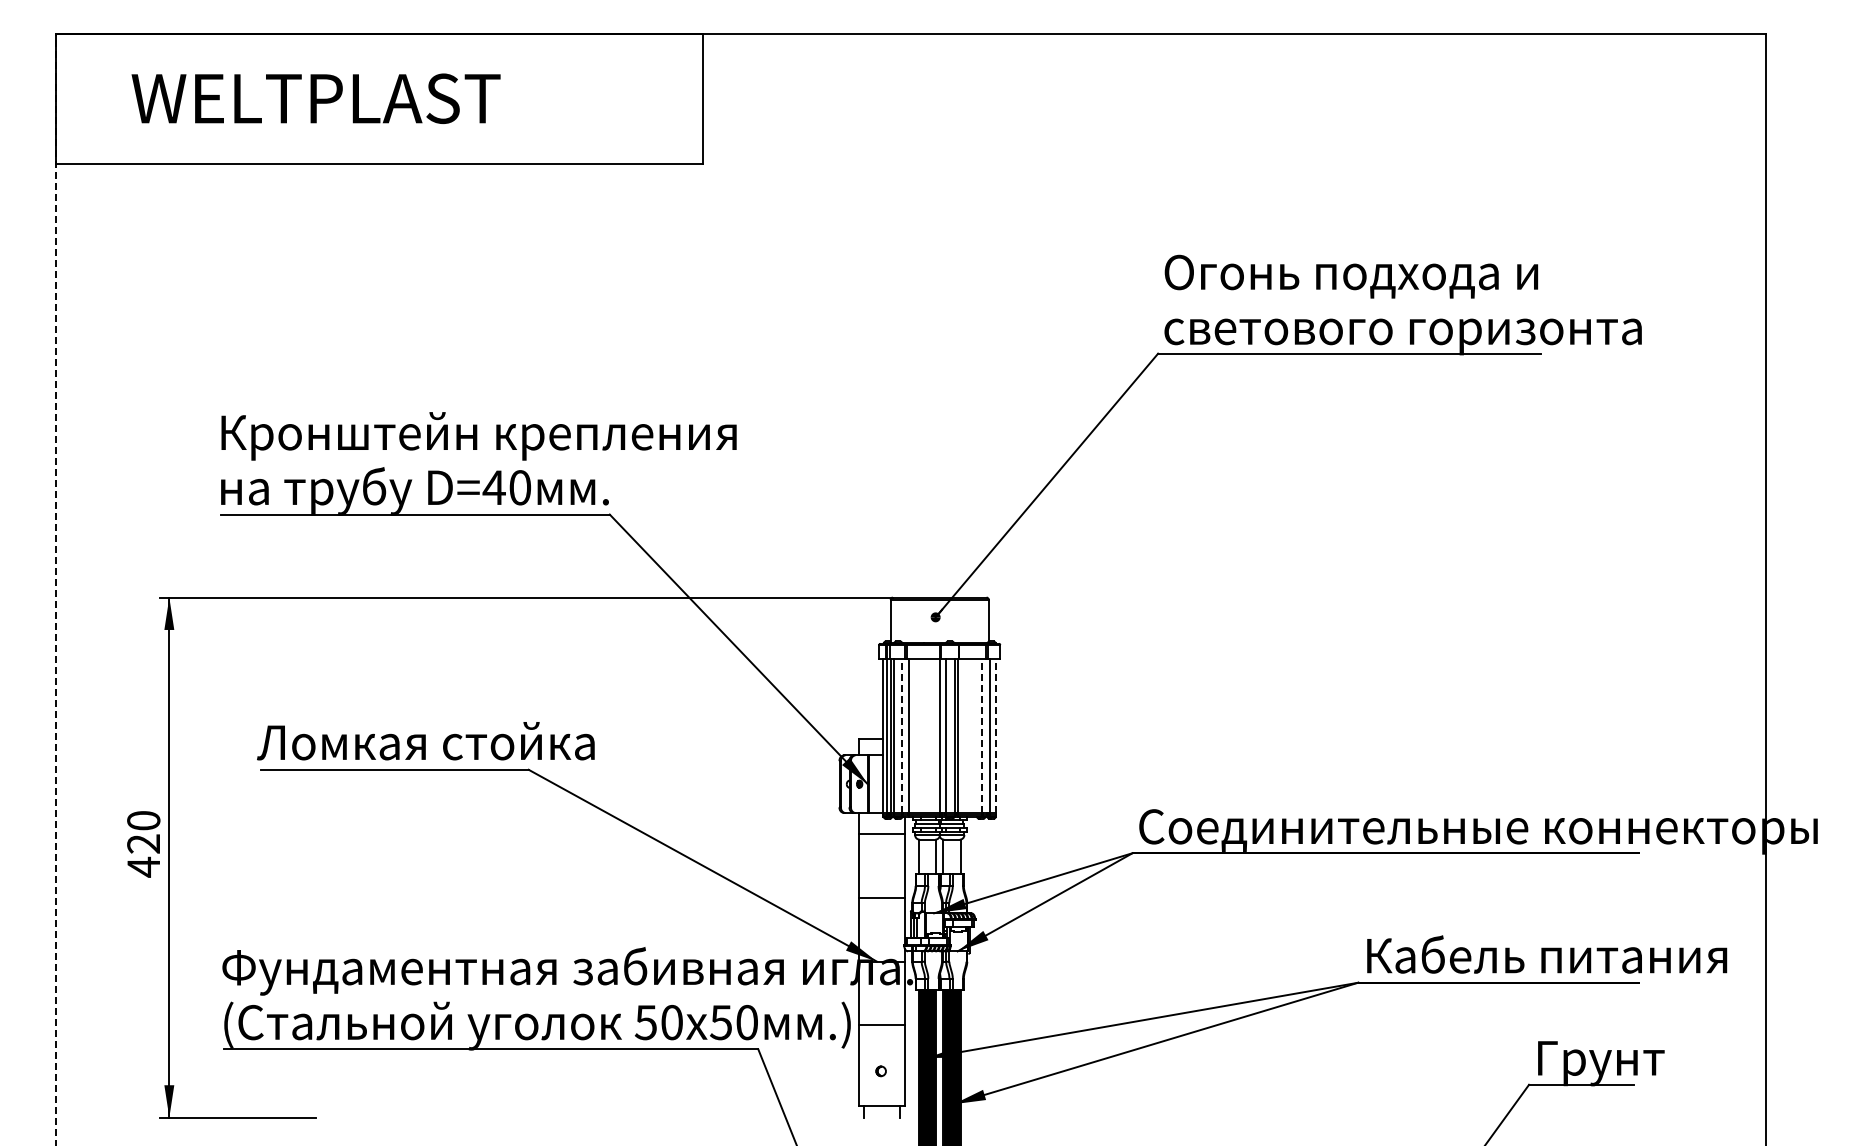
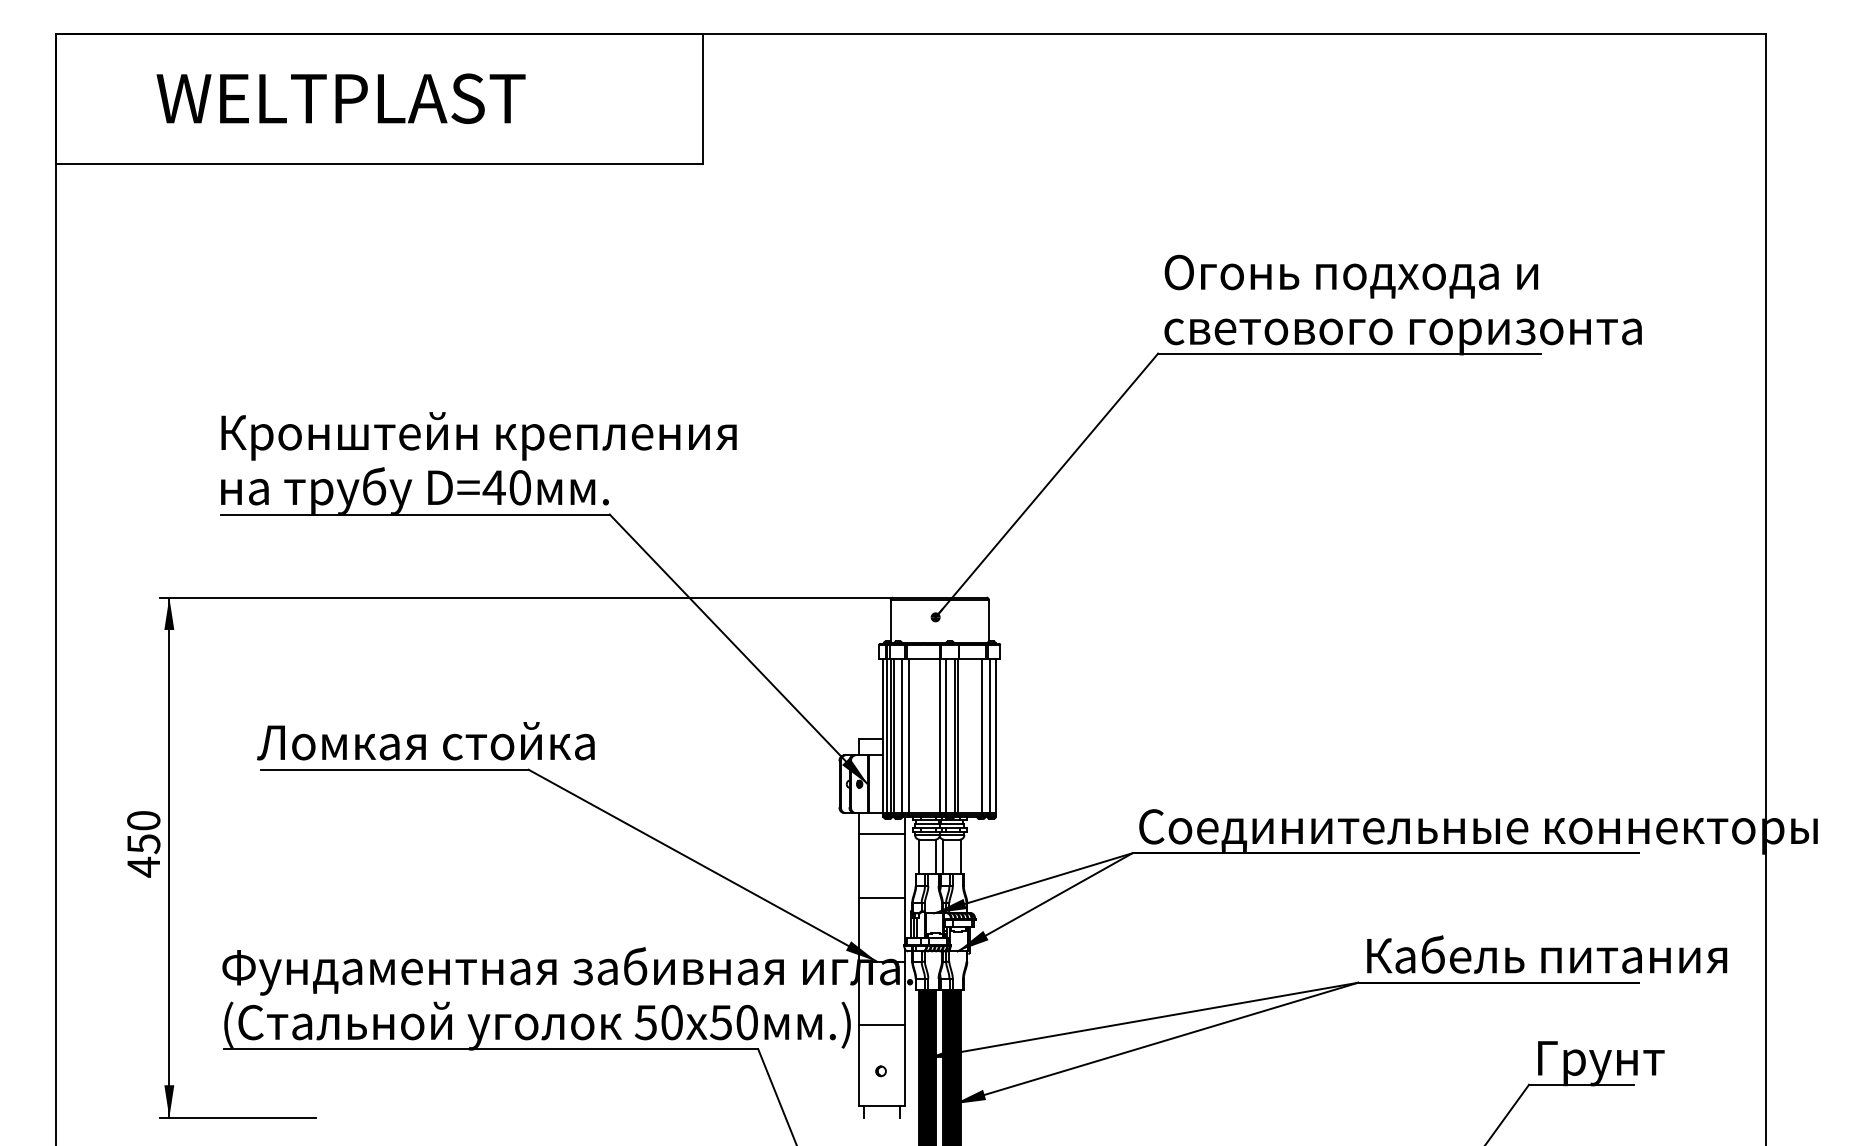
text at (315, 98) position: (315, 98) -> (340, 98)
line at (56, 589): dashed -> solid
line at (901, 735): dashed -> solid
line at (982, 735): dashed -> solid
line at (996, 735): dashed -> solid
text at (143, 844): 420 -> 450
